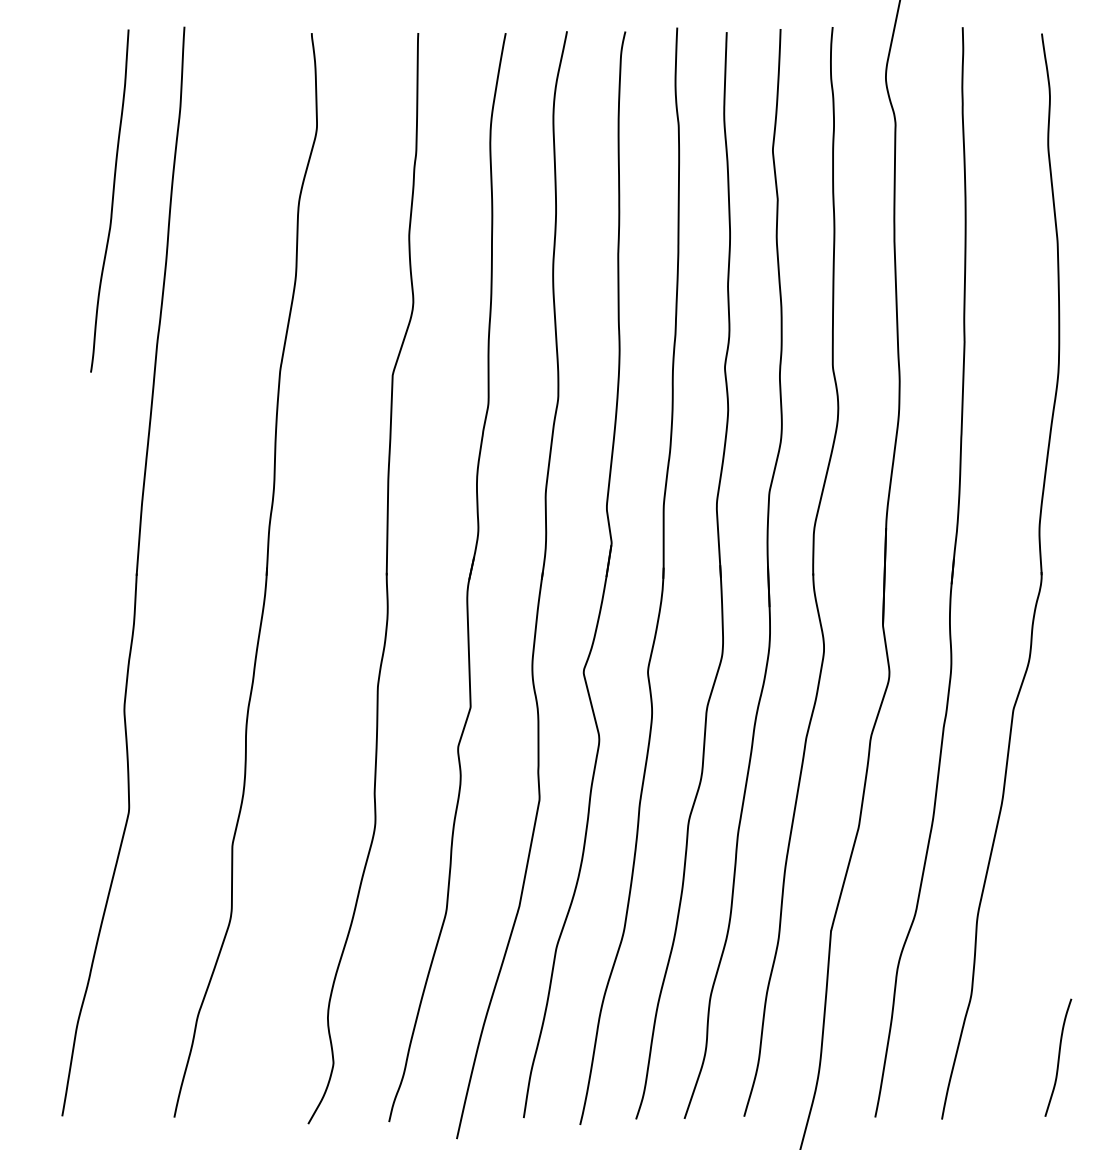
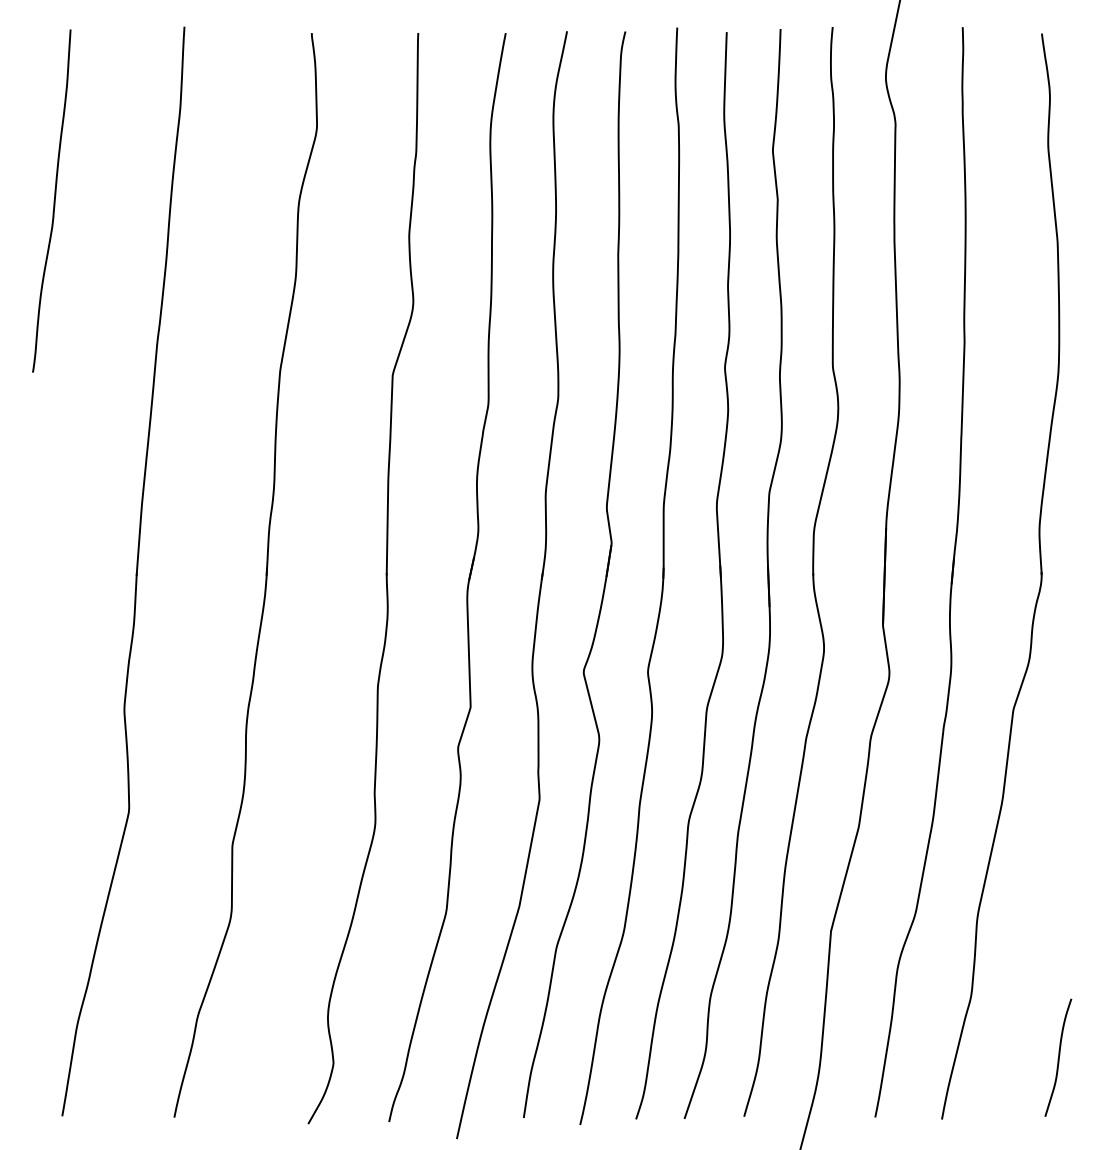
curve at (111, 200) position: (111, 200) -> (53, 200)
